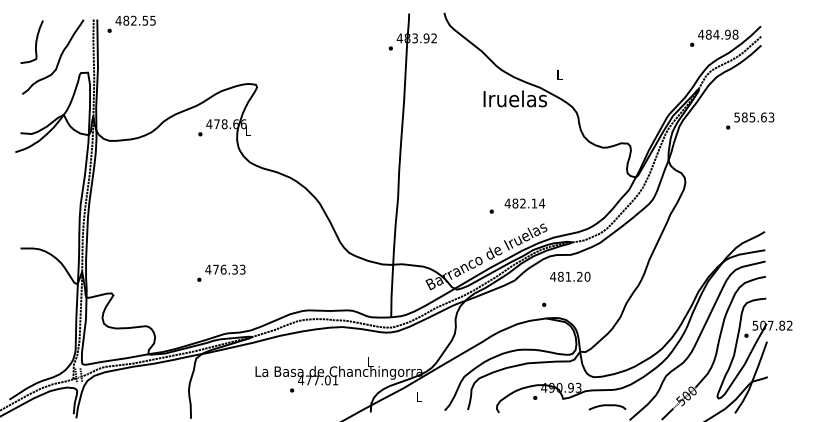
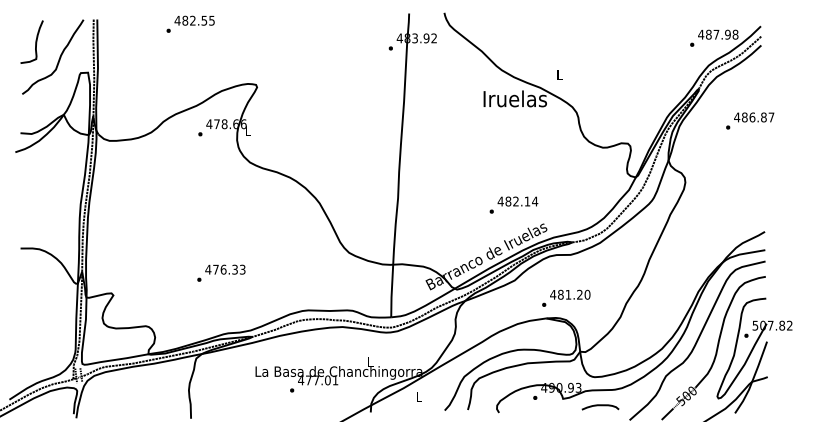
text at (131, 23) position: (131, 23) -> (190, 23)
text at (716, 34): 484.98 -> 487.98
text at (754, 117): 585.63 -> 486.87
text at (524, 203) position: (524, 203) -> (517, 201)
text at (570, 276) position: (570, 276) -> (570, 294)
curve at (607, 406) position: (607, 406) -> (600, 406)
